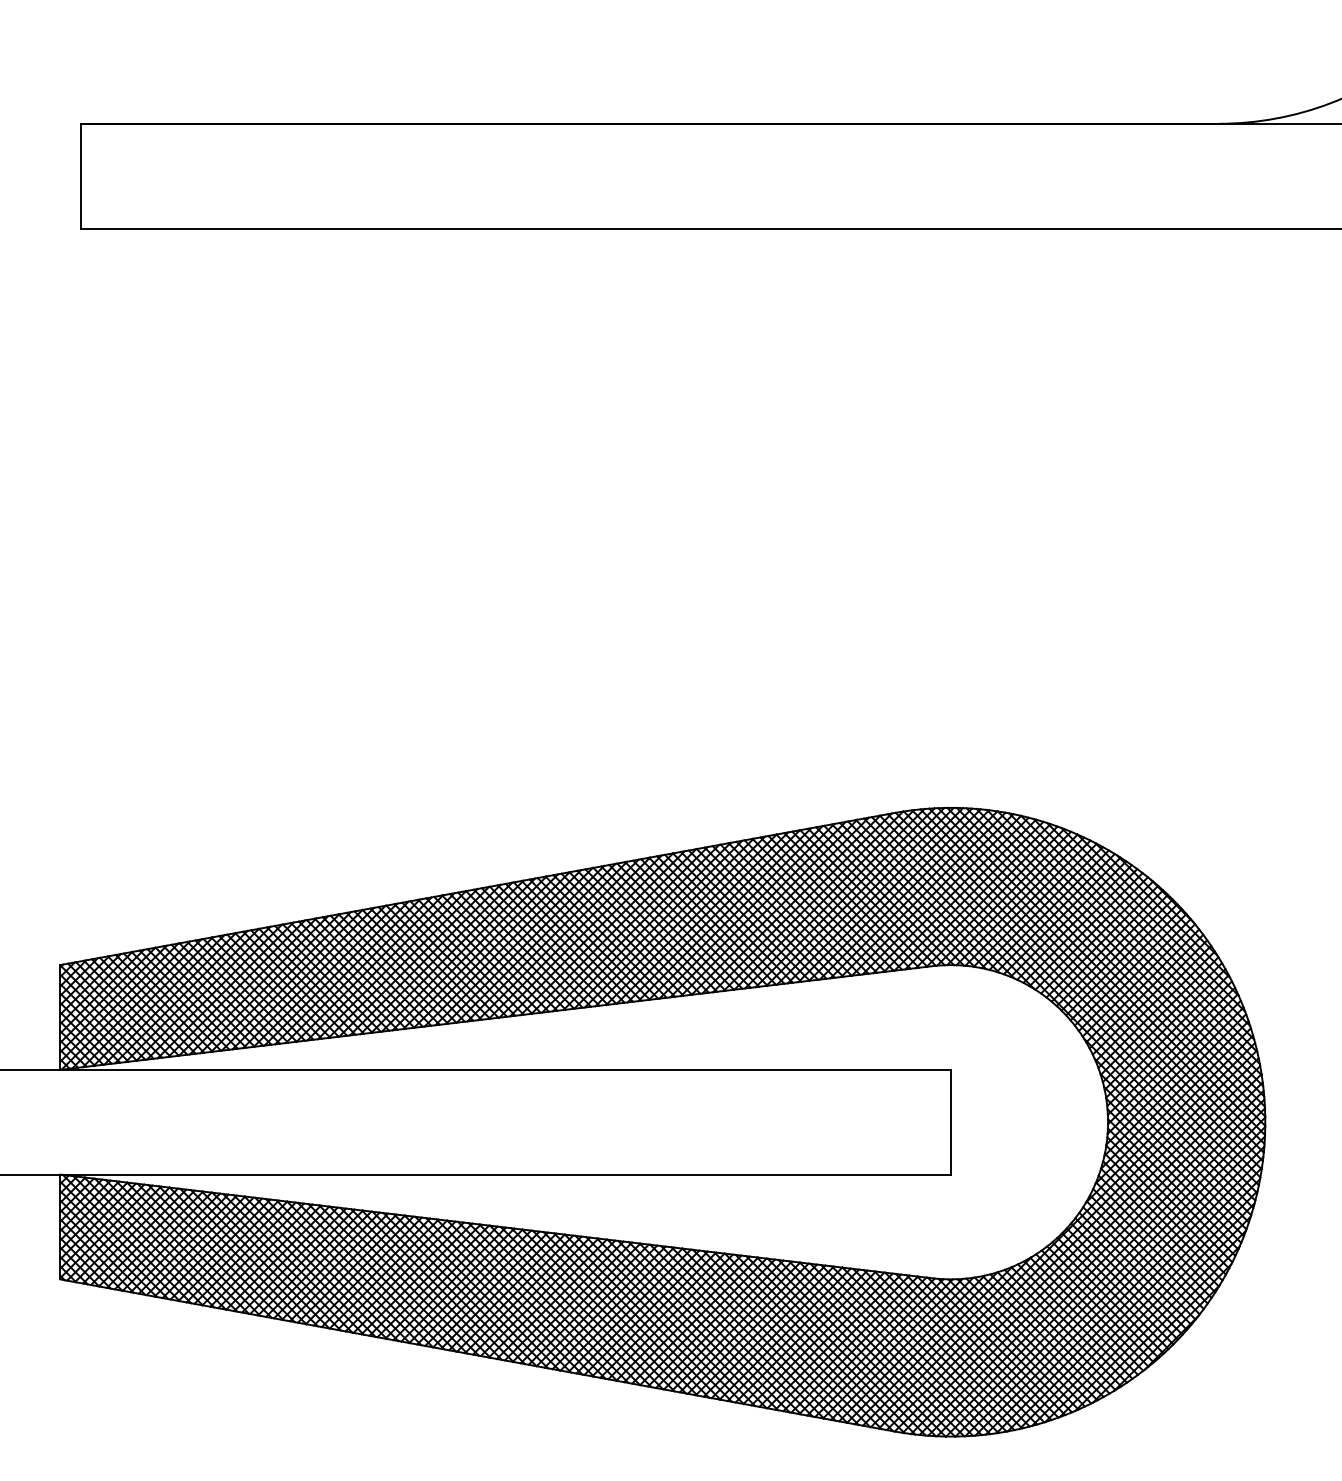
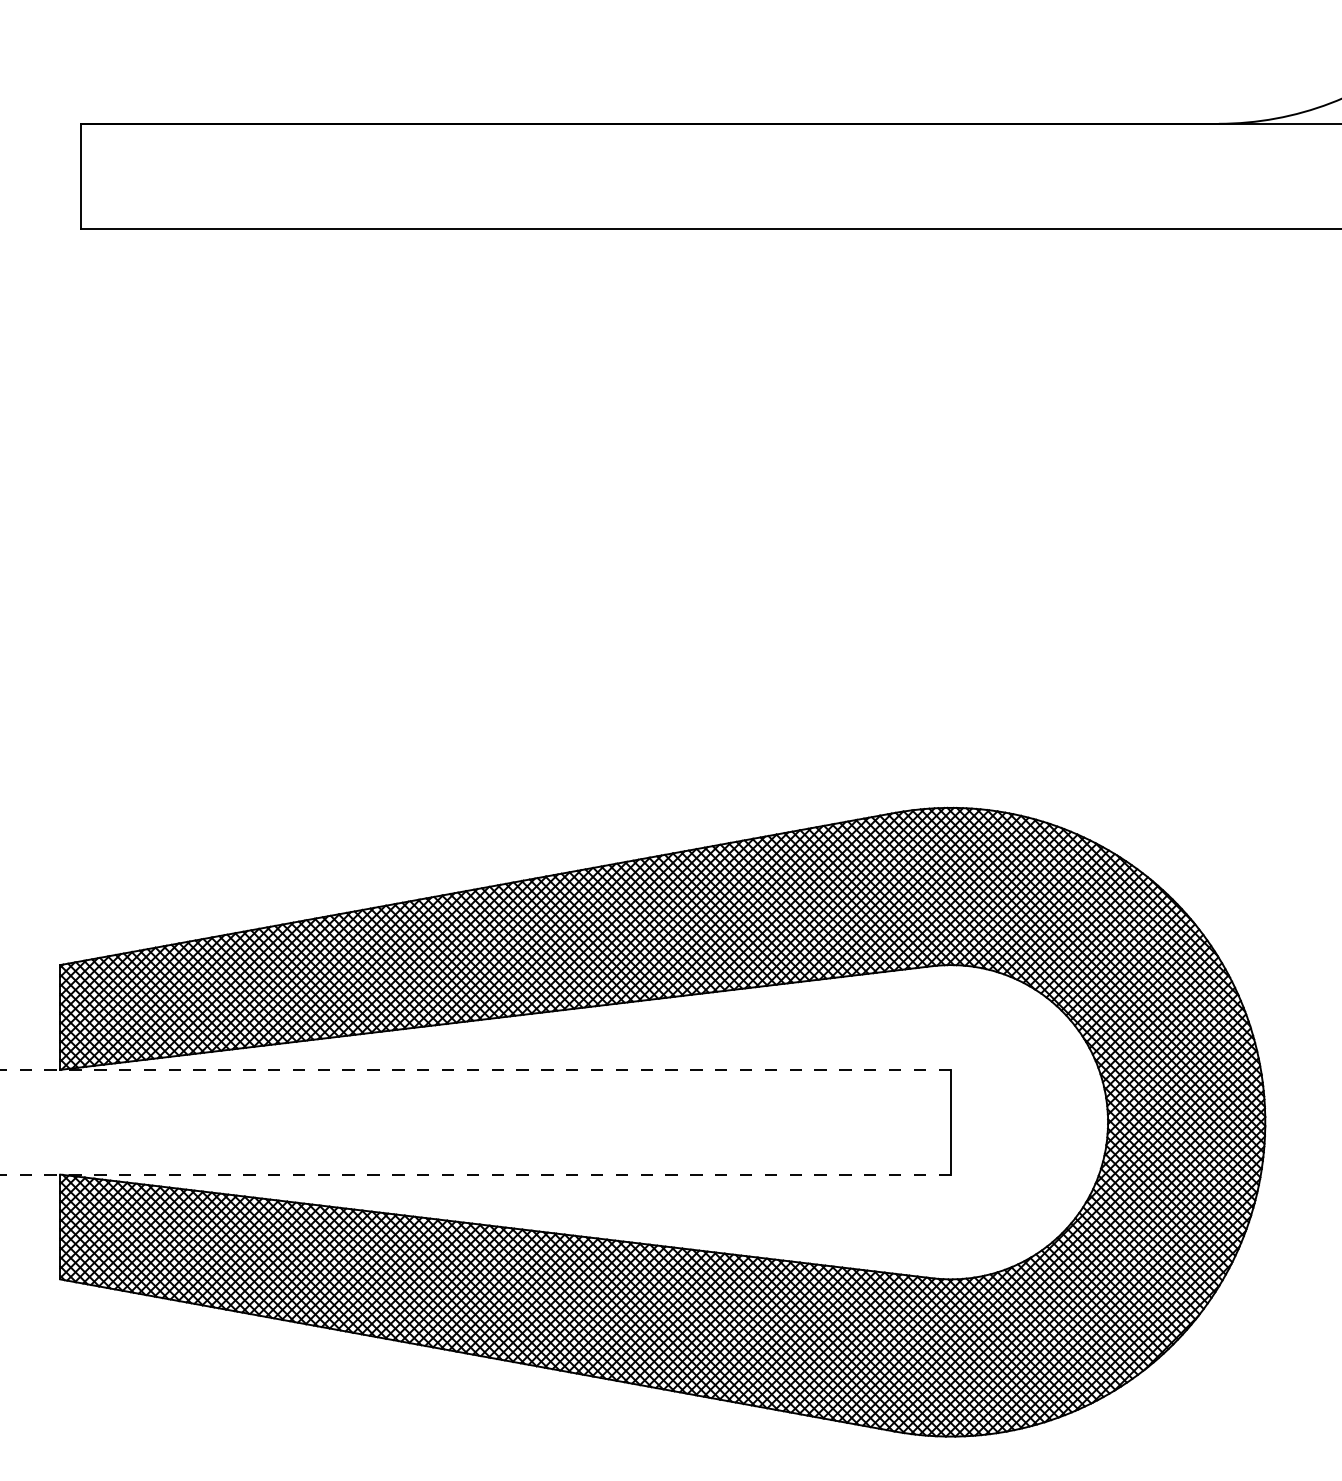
line at (475, 1069): solid -> dashed
line at (475, 1174): solid -> dashed
